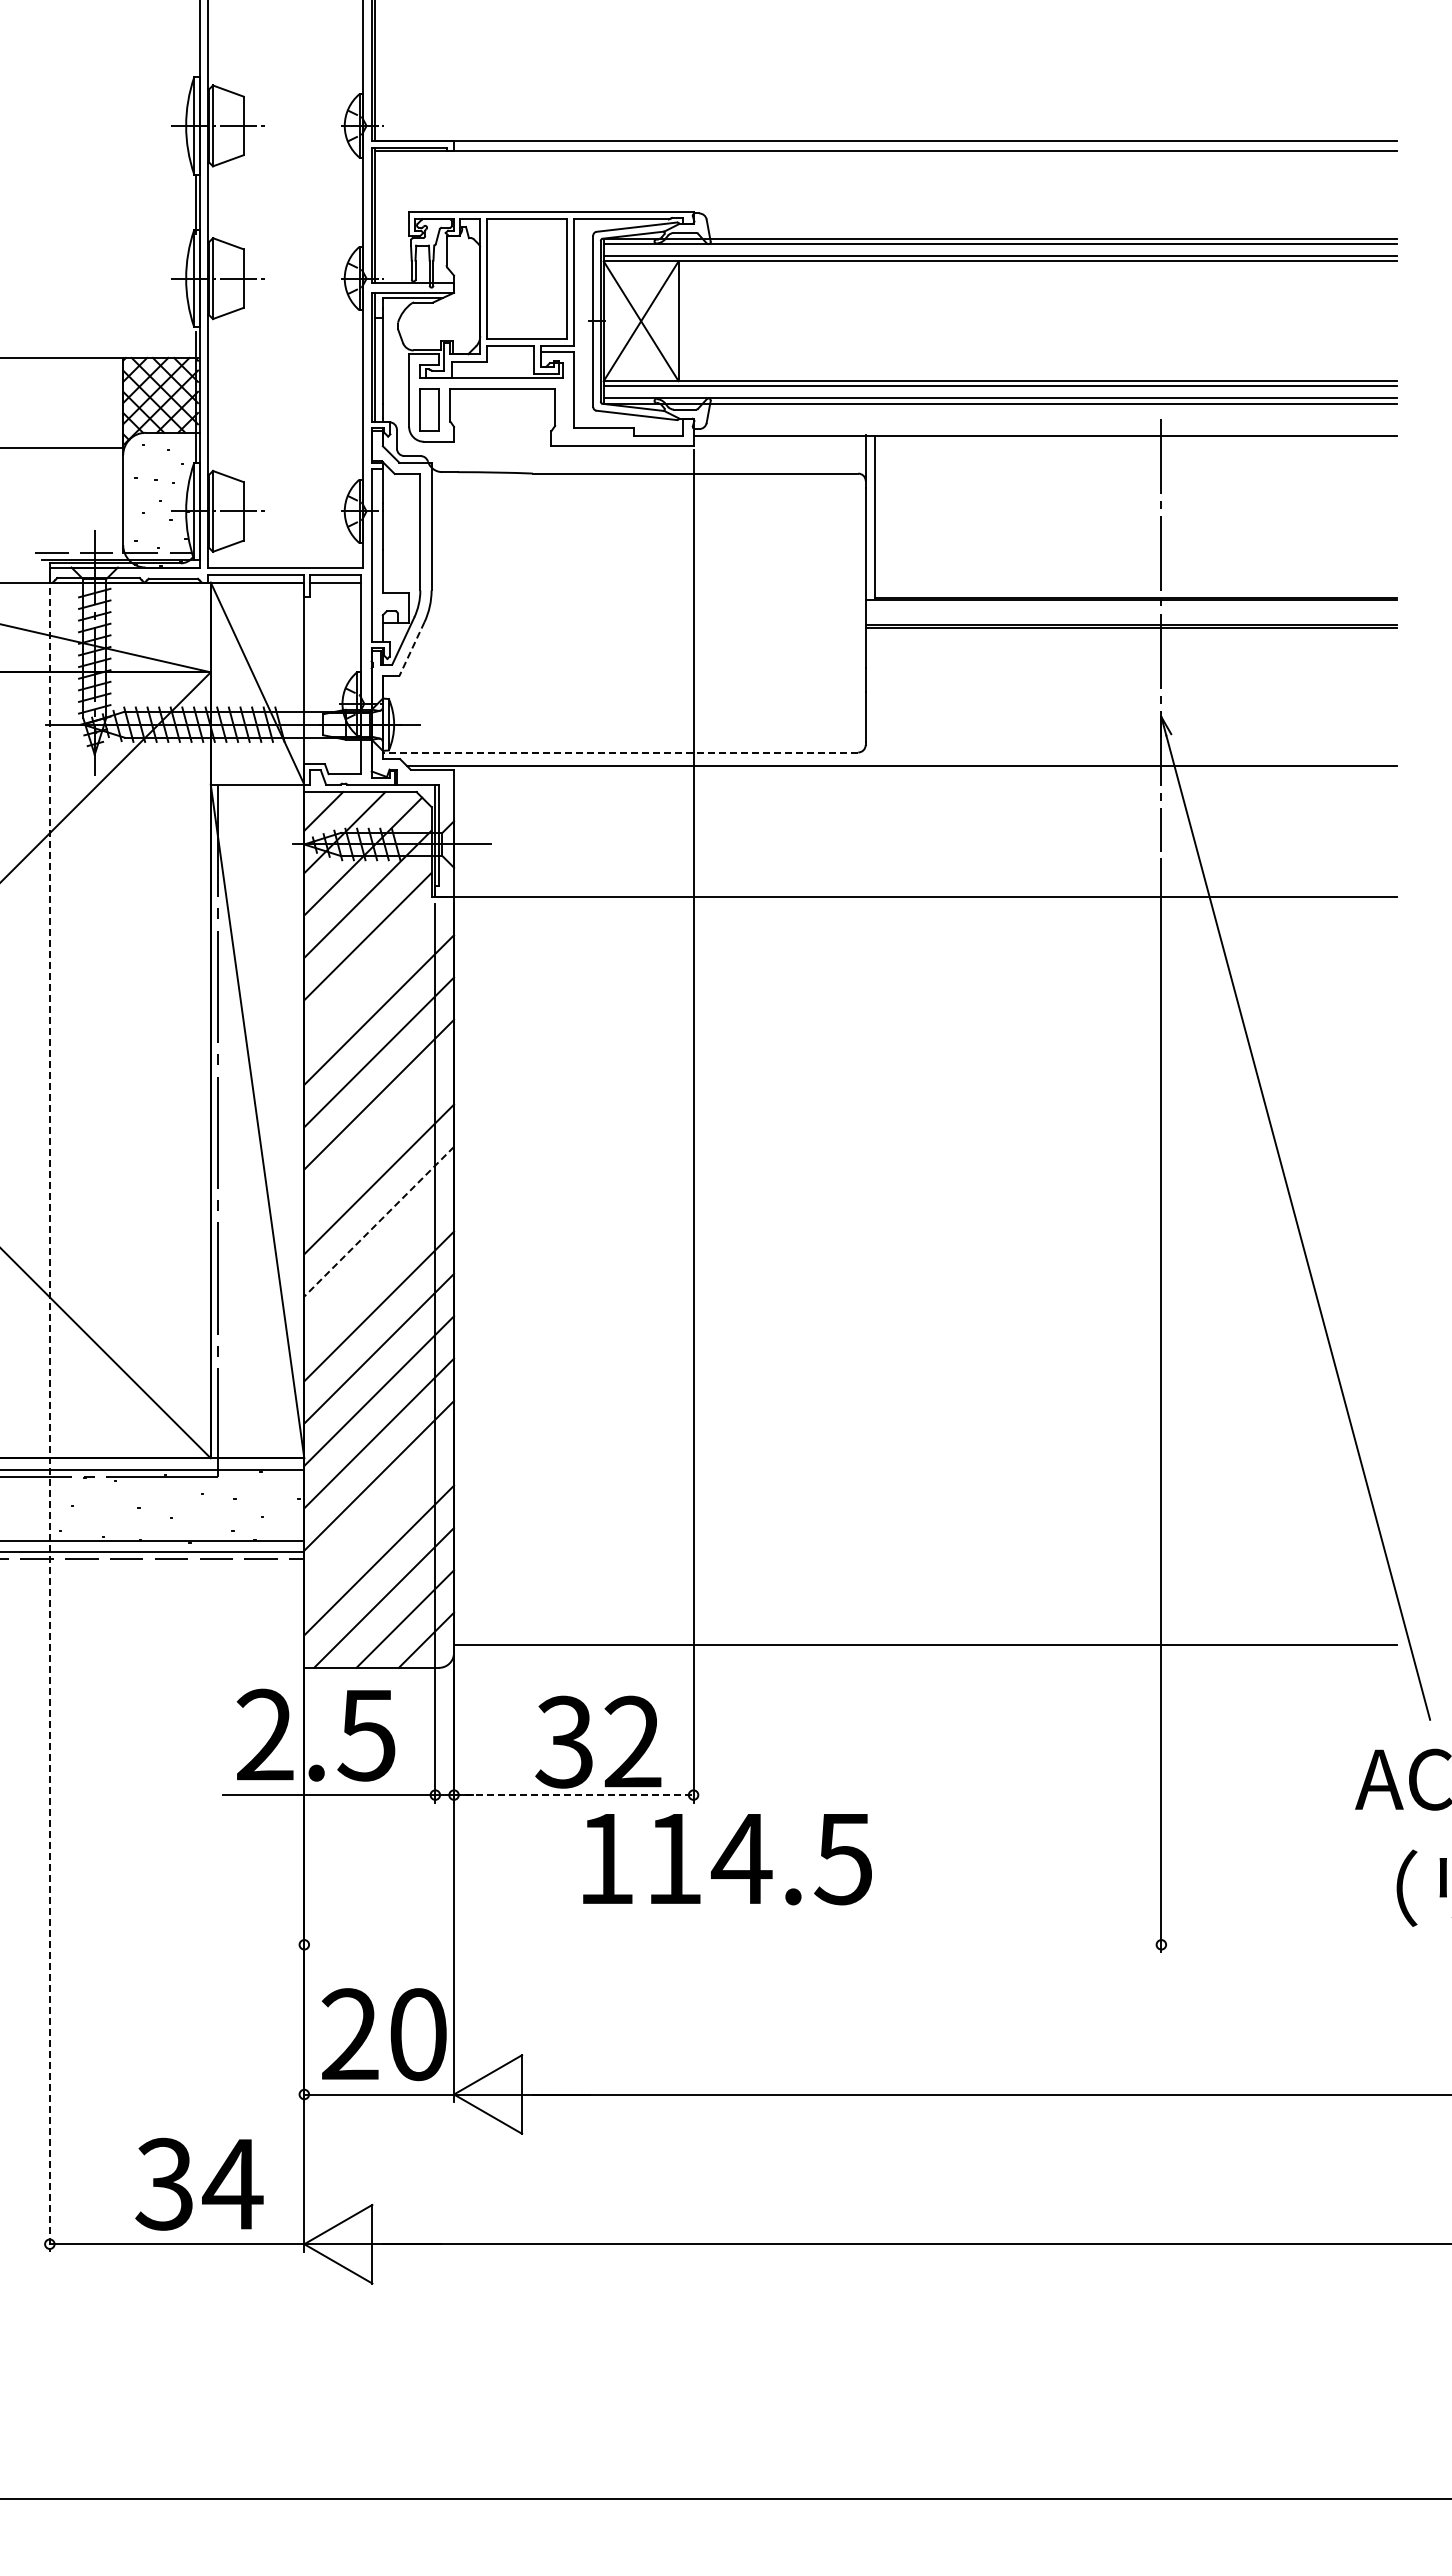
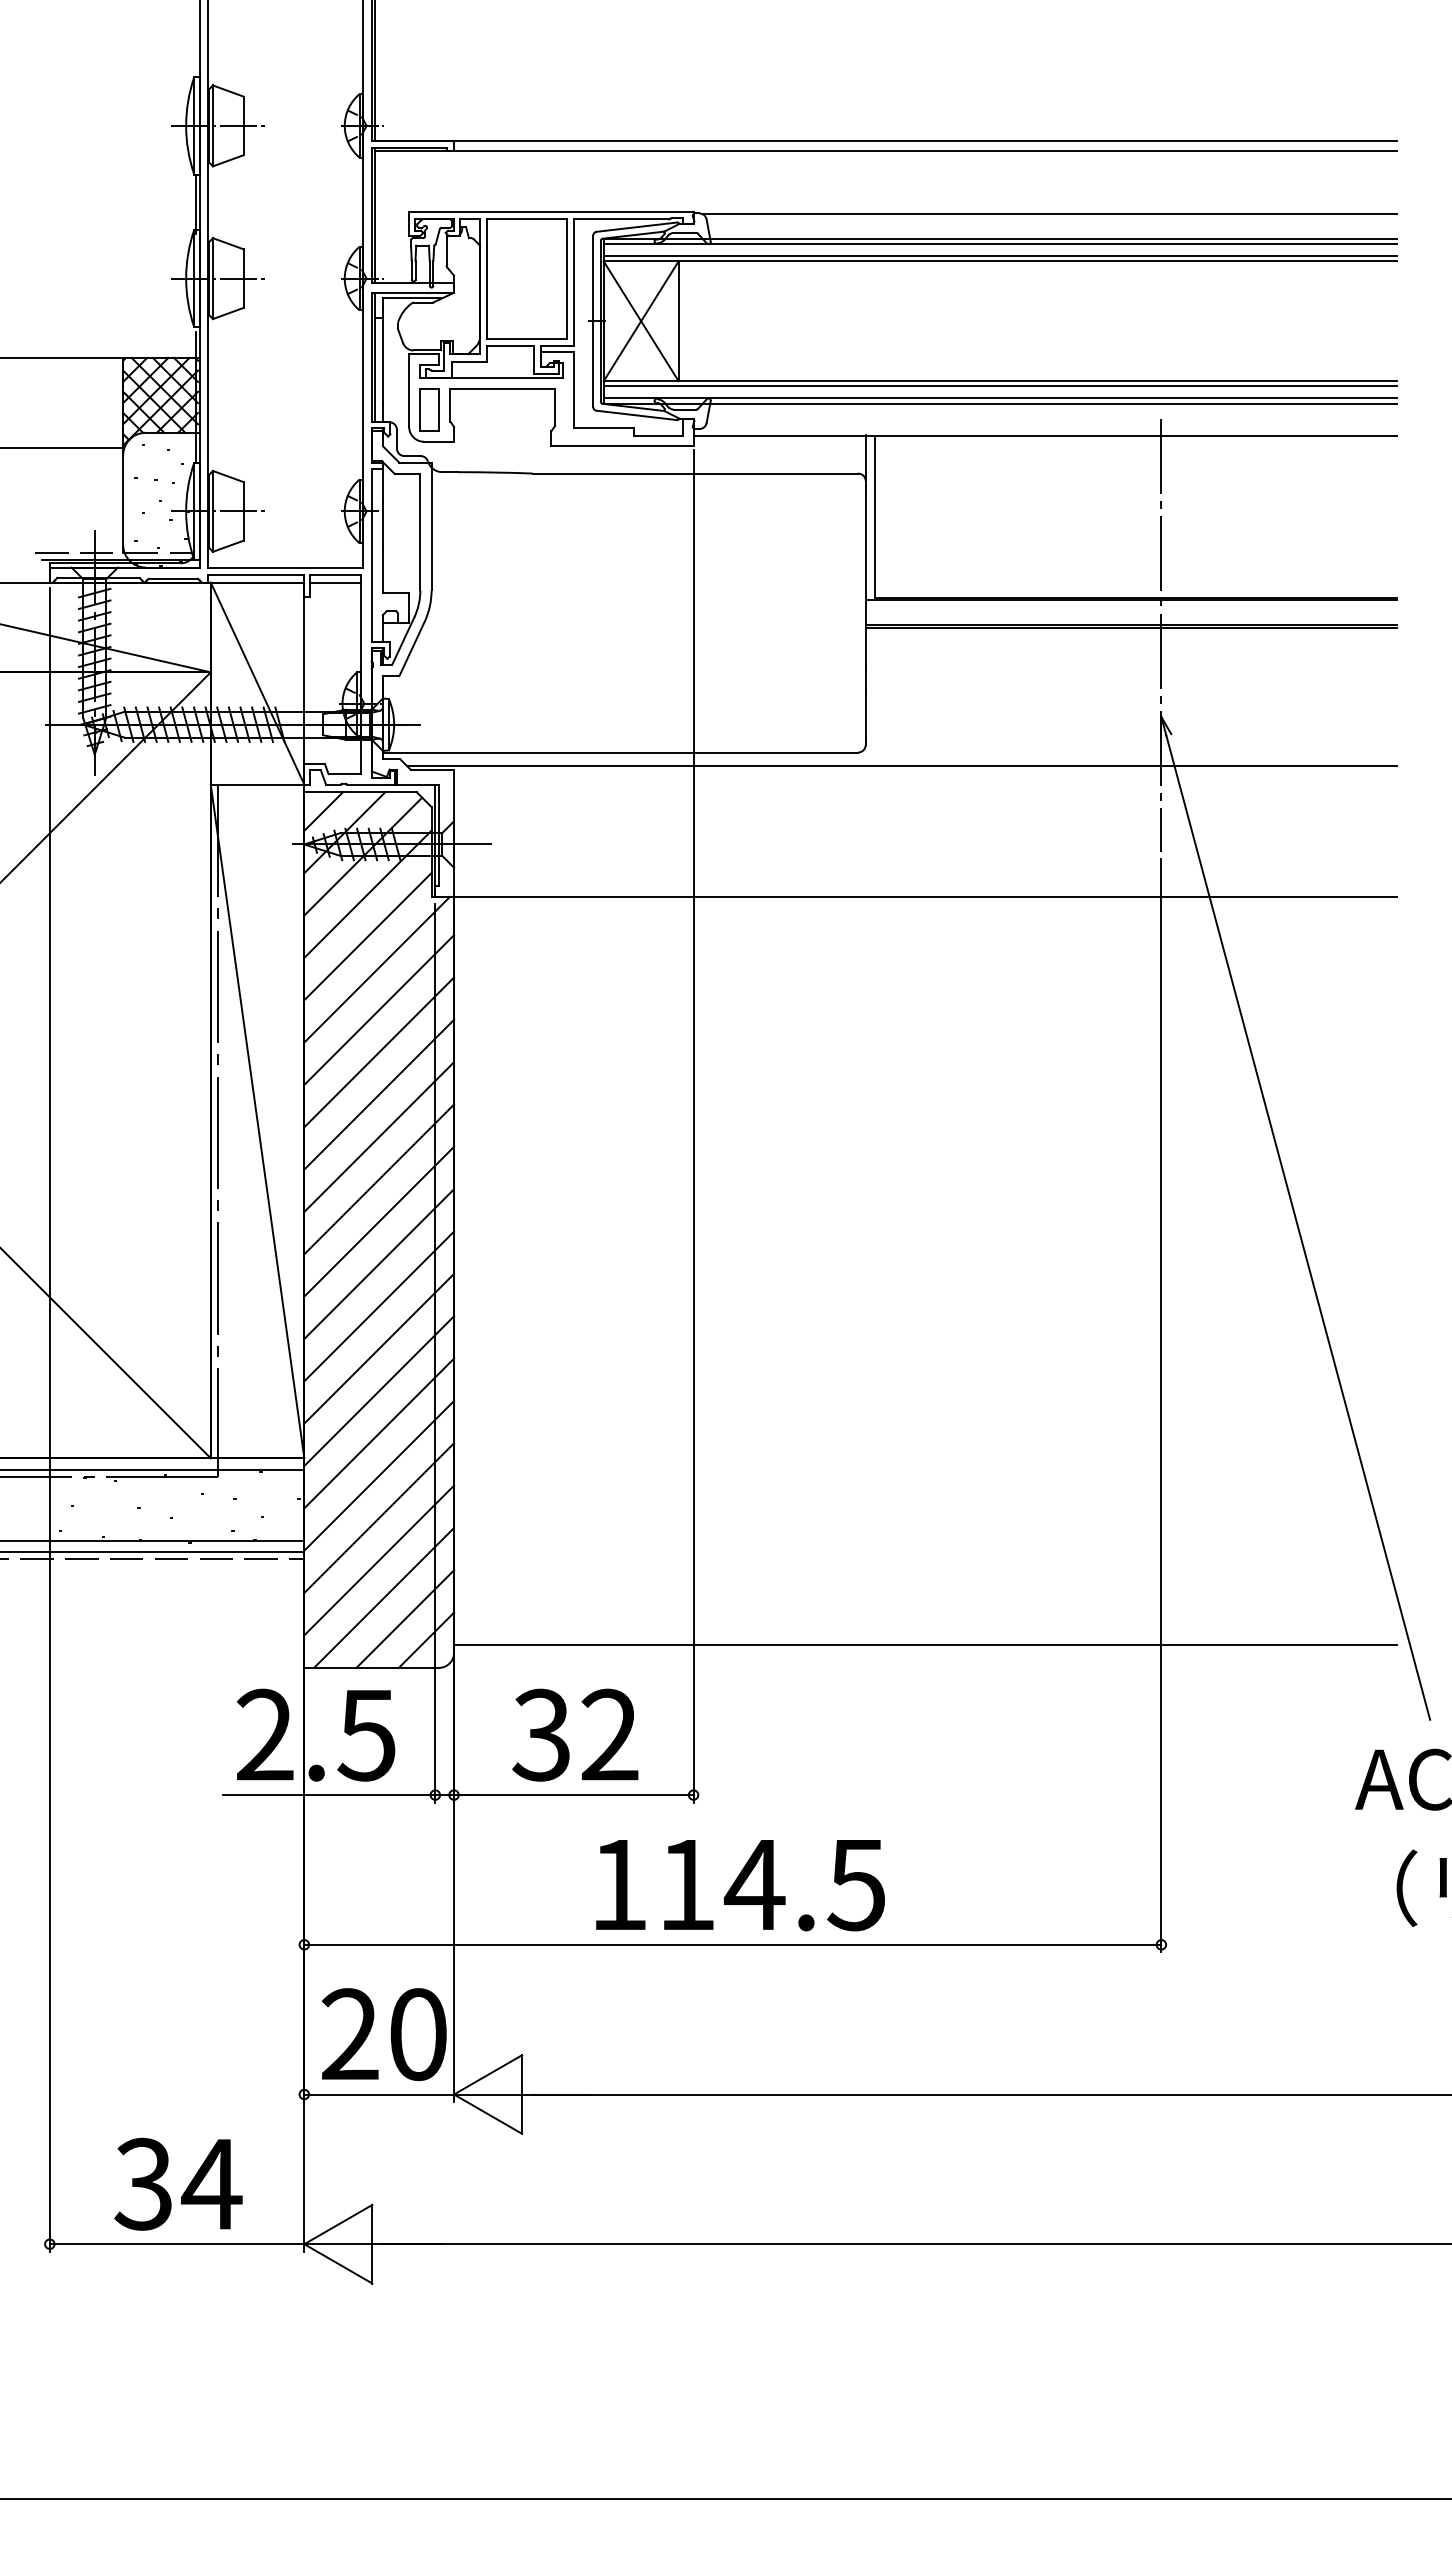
line at (1049, 214): none -> present
line at (411, 649): dashed -> solid
line at (620, 752): dashed -> solid
line at (377, 969): none -> present
line at (379, 1136): none -> present
line at (379, 1221): dashed -> solid
line at (379, 1263): none -> present
line at (49, 1419): dashed -> solid
line at (379, 1518): none -> present
text at (598, 1741) position: (598, 1741) -> (575, 1734)
line at (573, 1795): dashed -> solid
text at (727, 1859) position: (727, 1859) -> (740, 1885)
line at (732, 1944): none -> present
text at (199, 2183) position: (199, 2183) -> (178, 2183)
